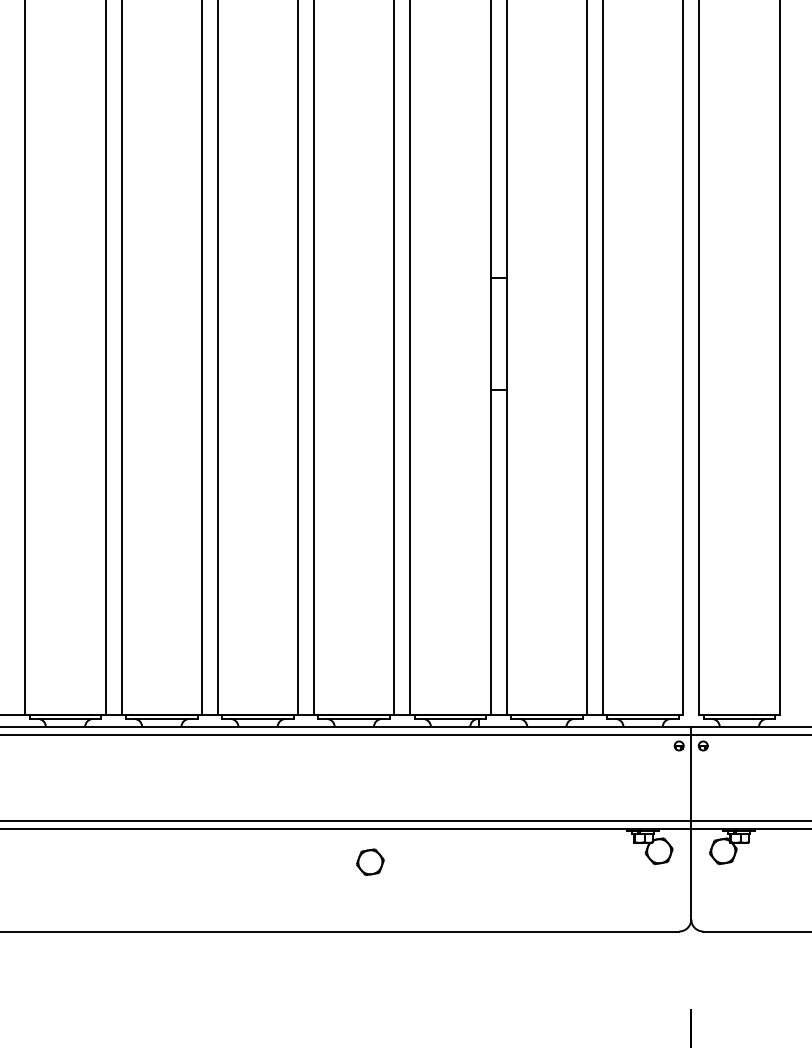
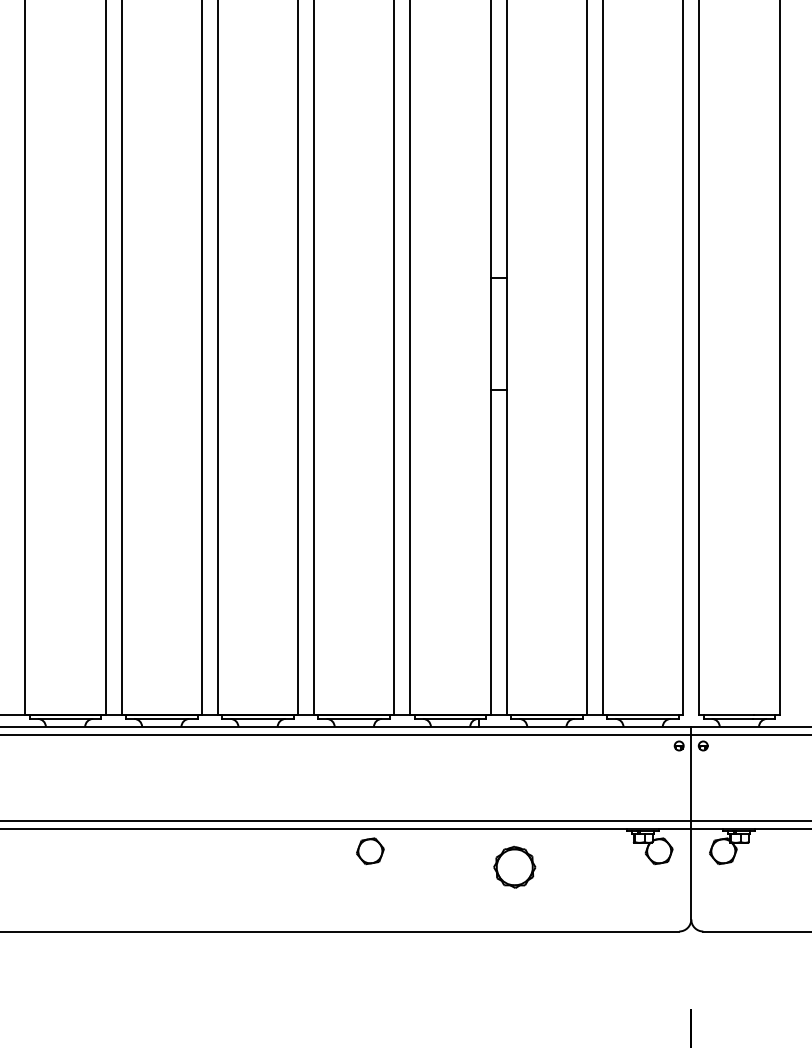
part at (370, 862) position: (370, 862) -> (370, 851)
part at (514, 866): none -> present
